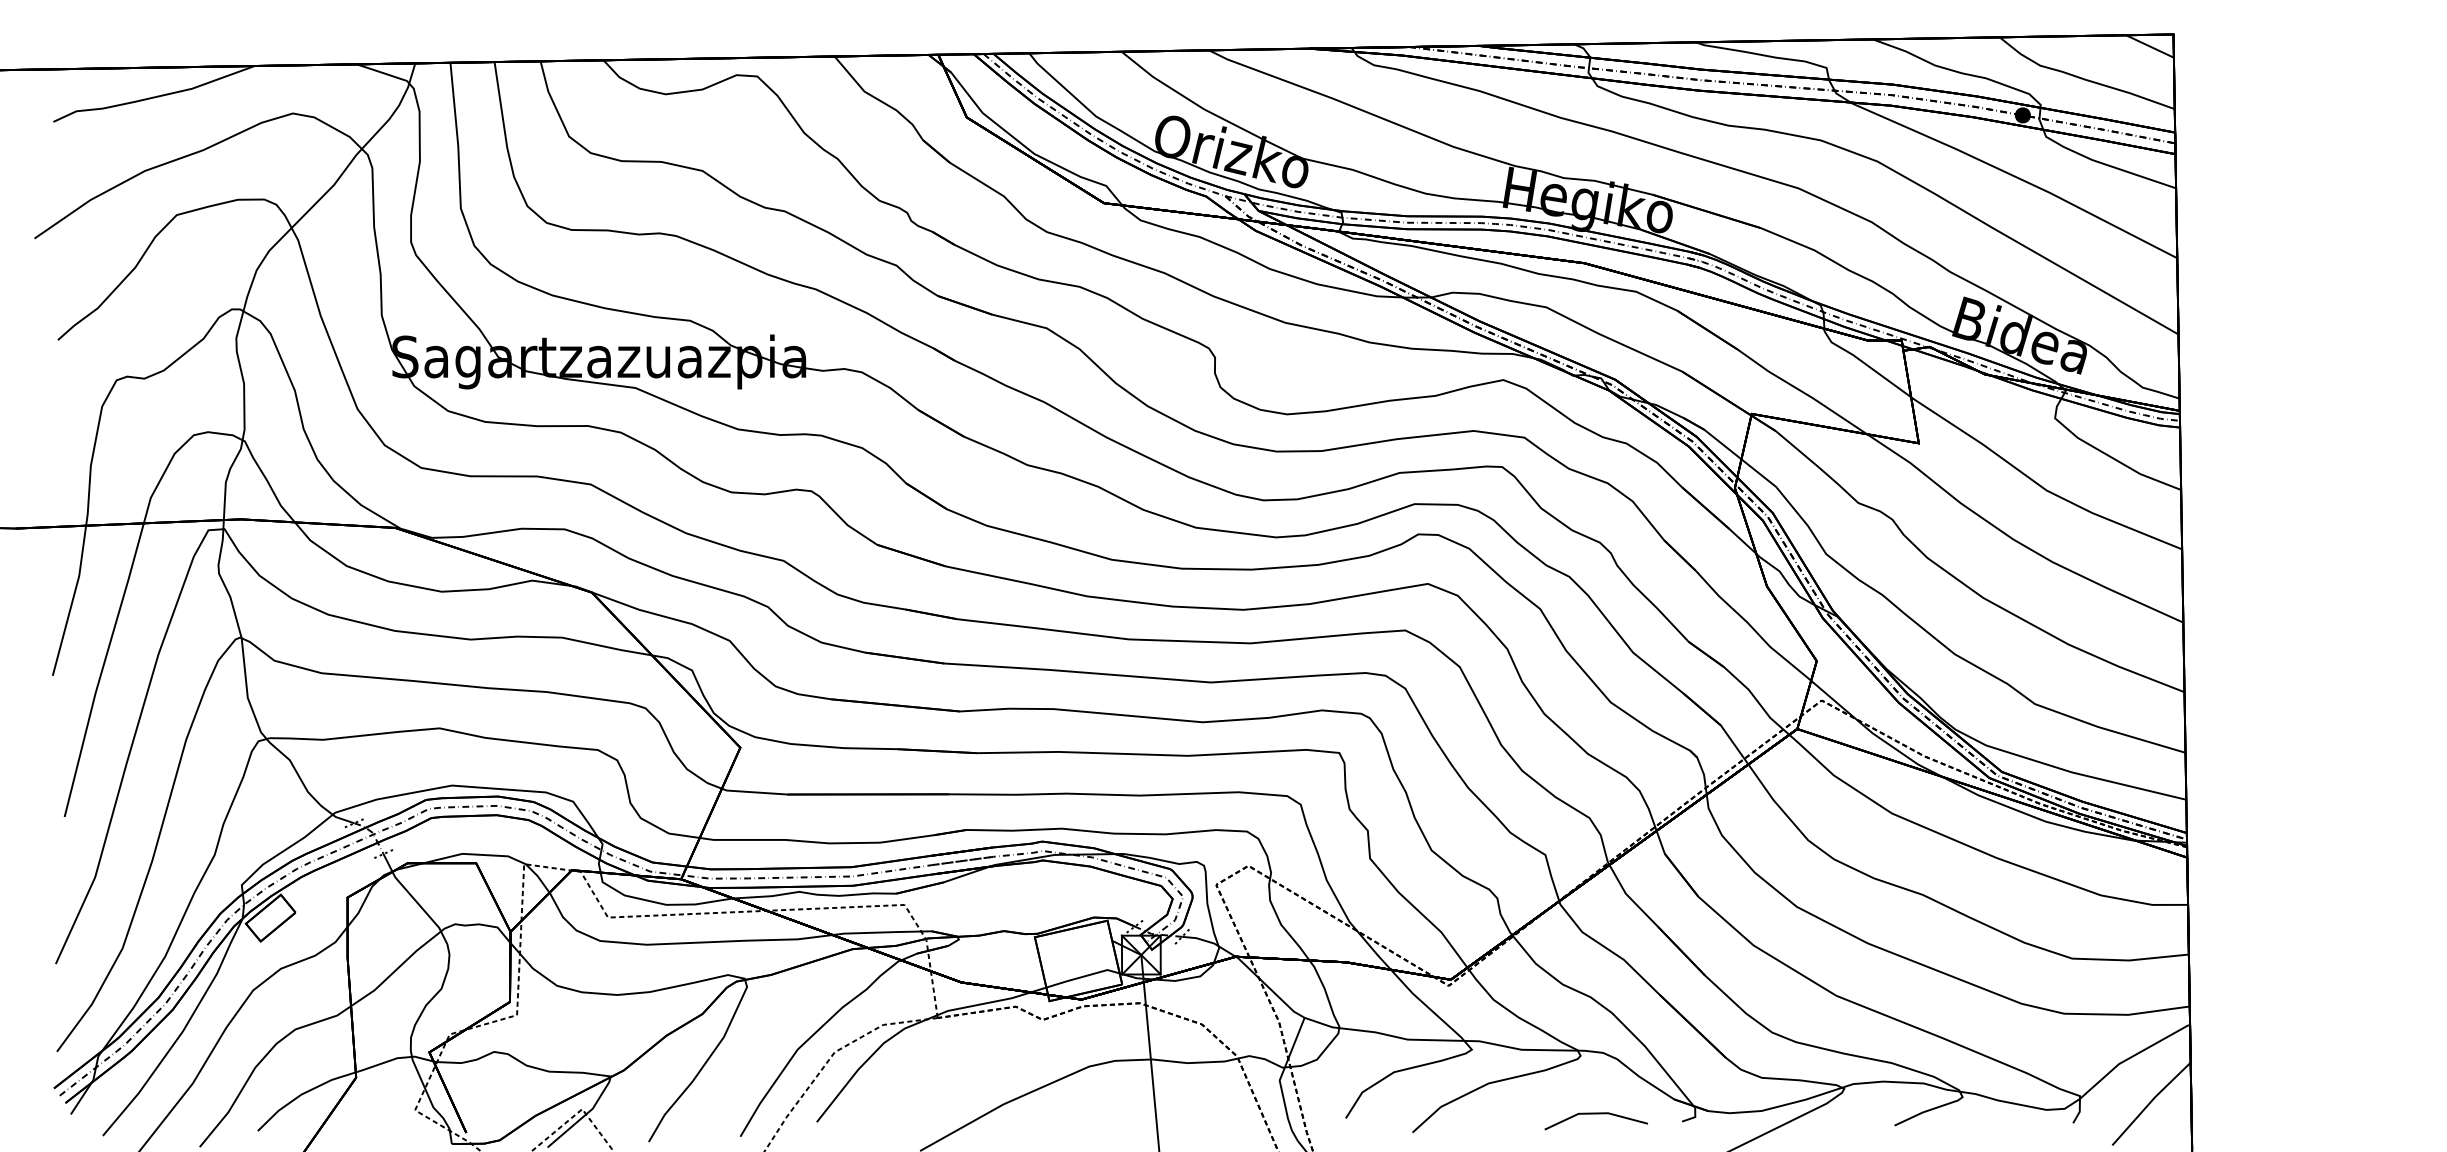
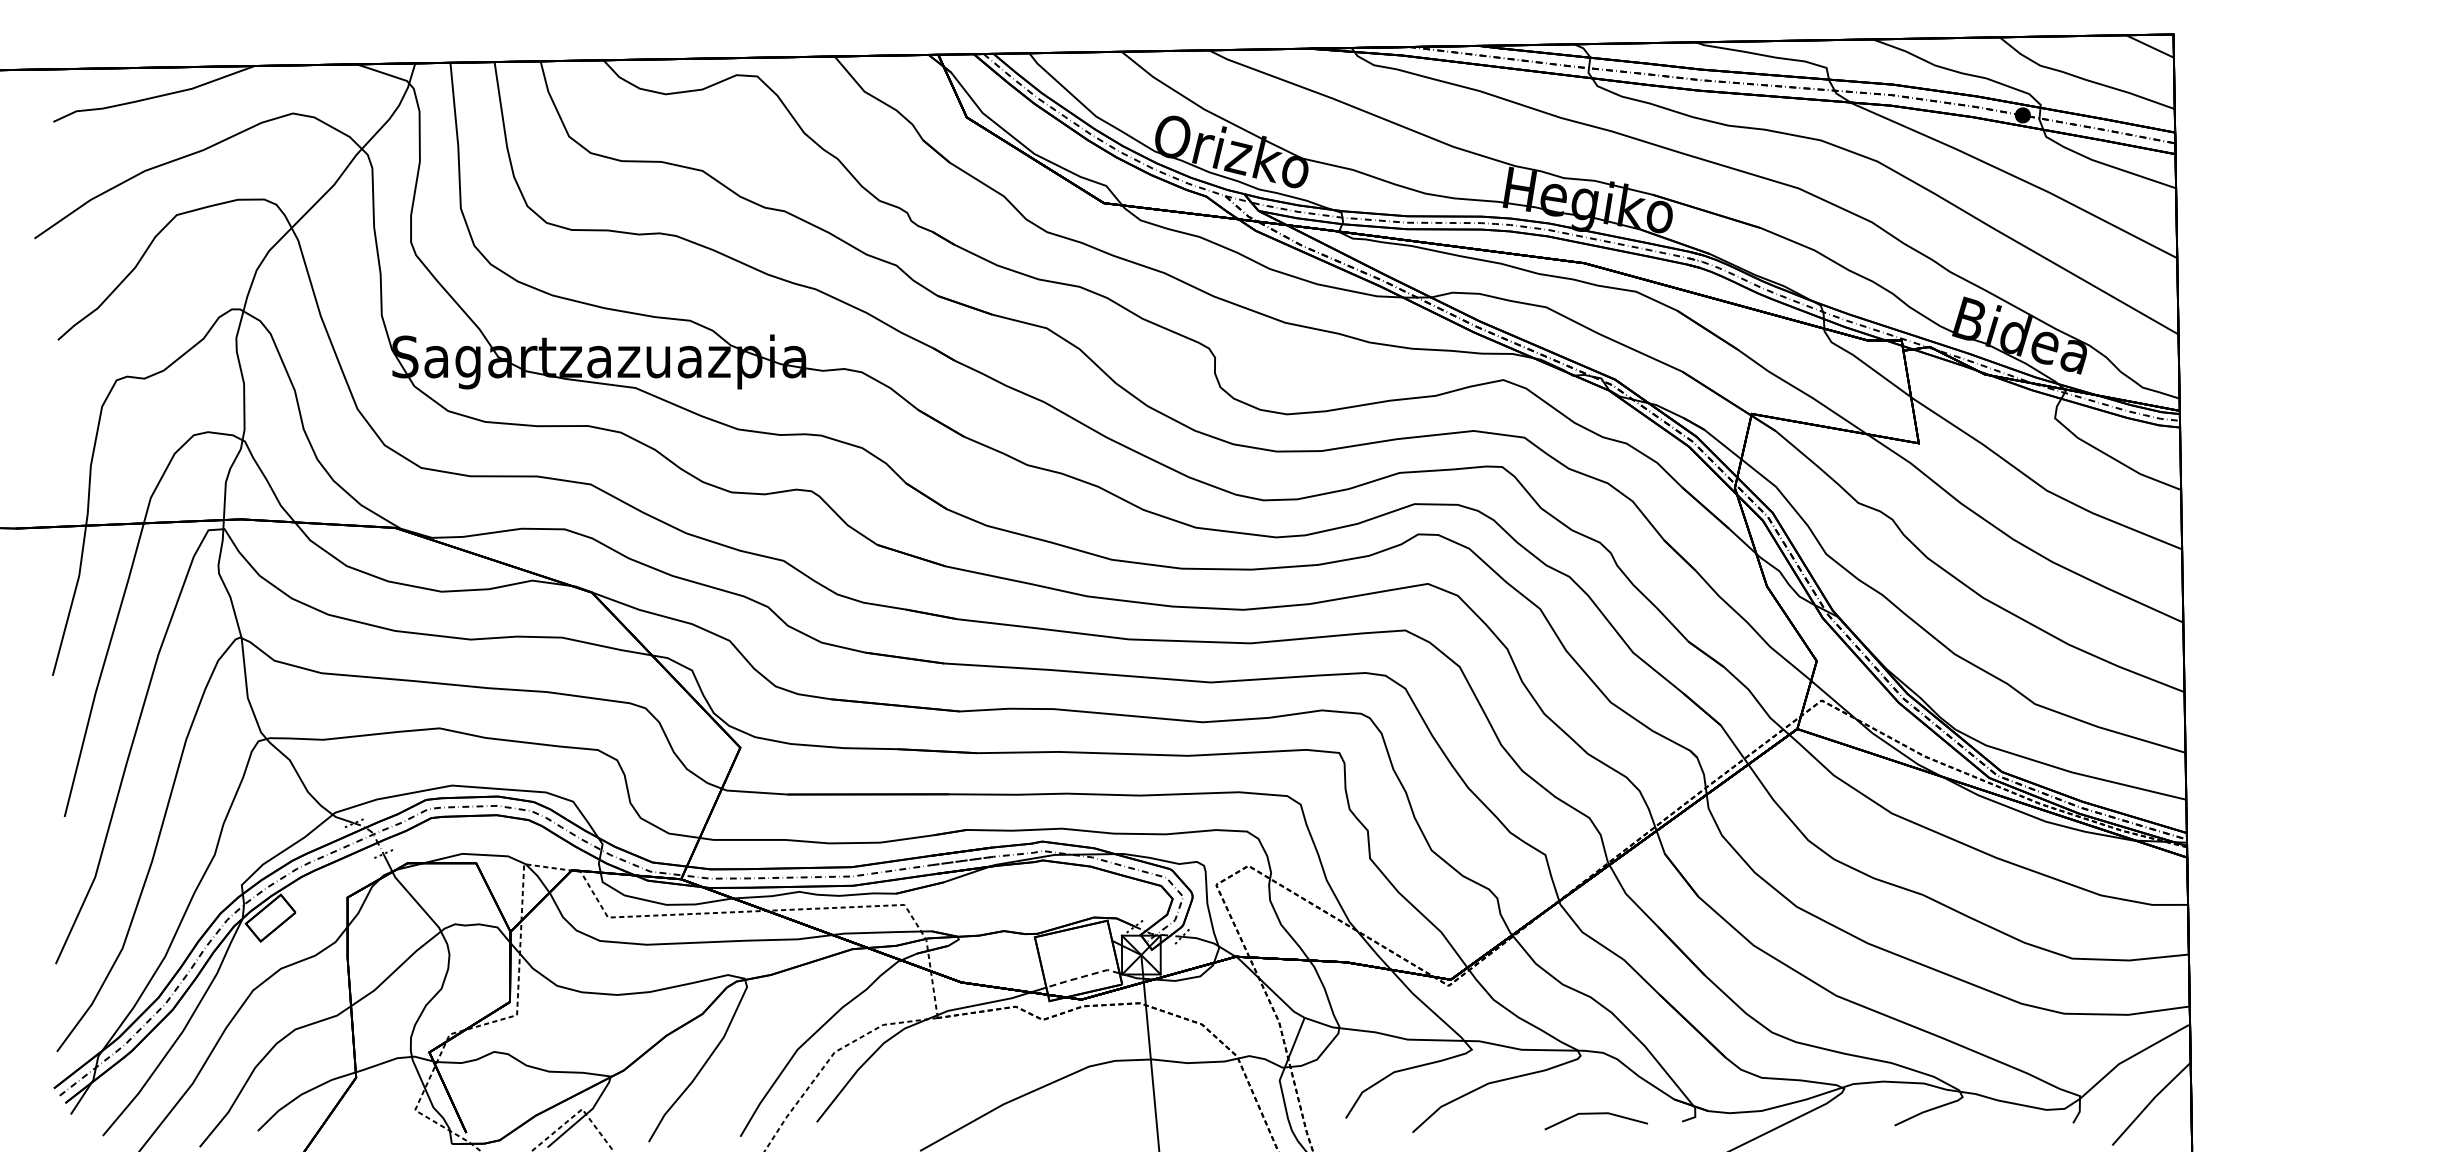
line at (1082, 976): solid -> dashed
